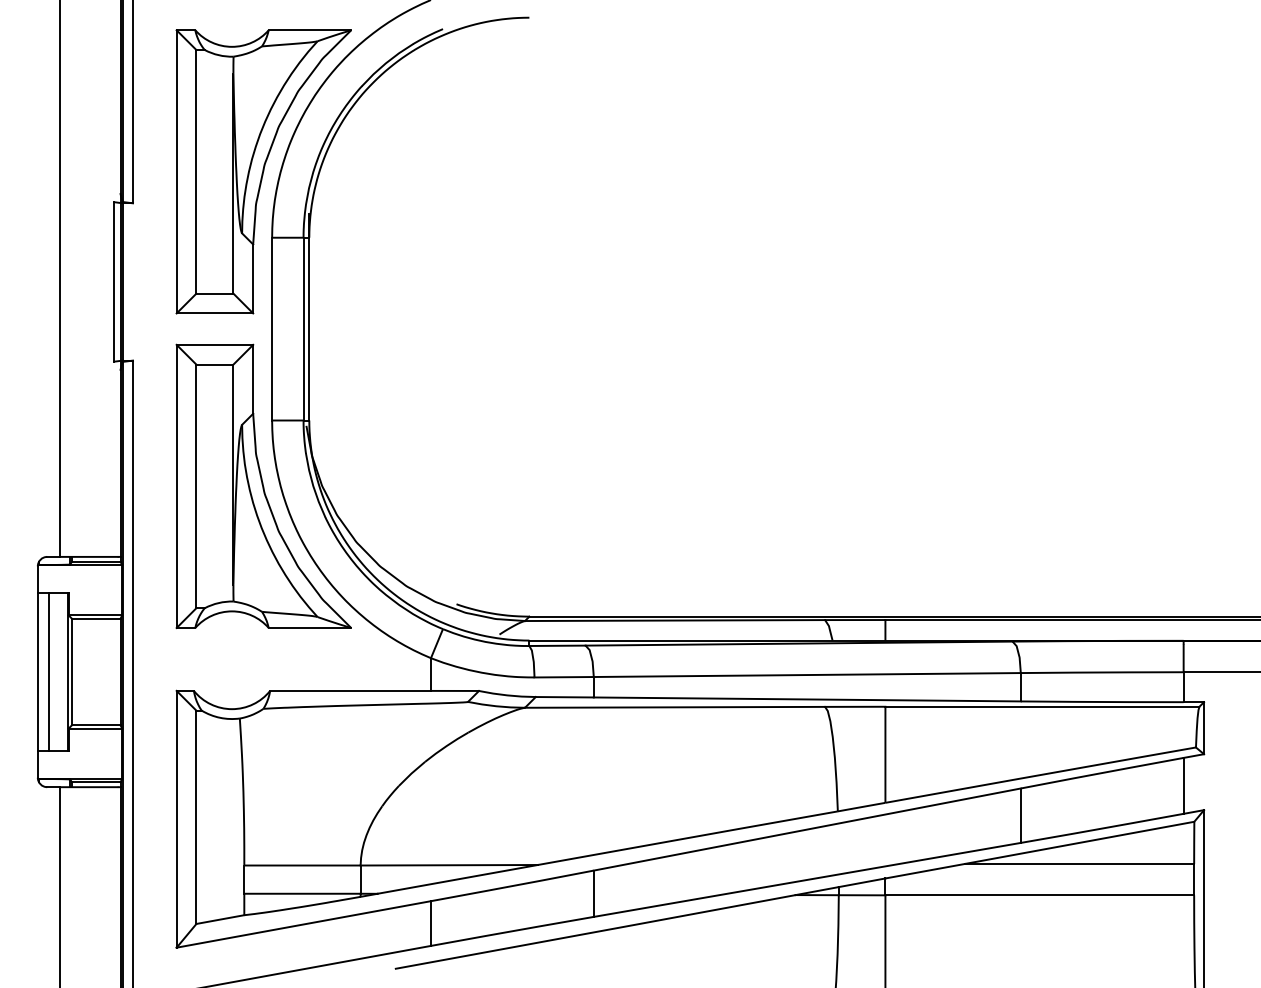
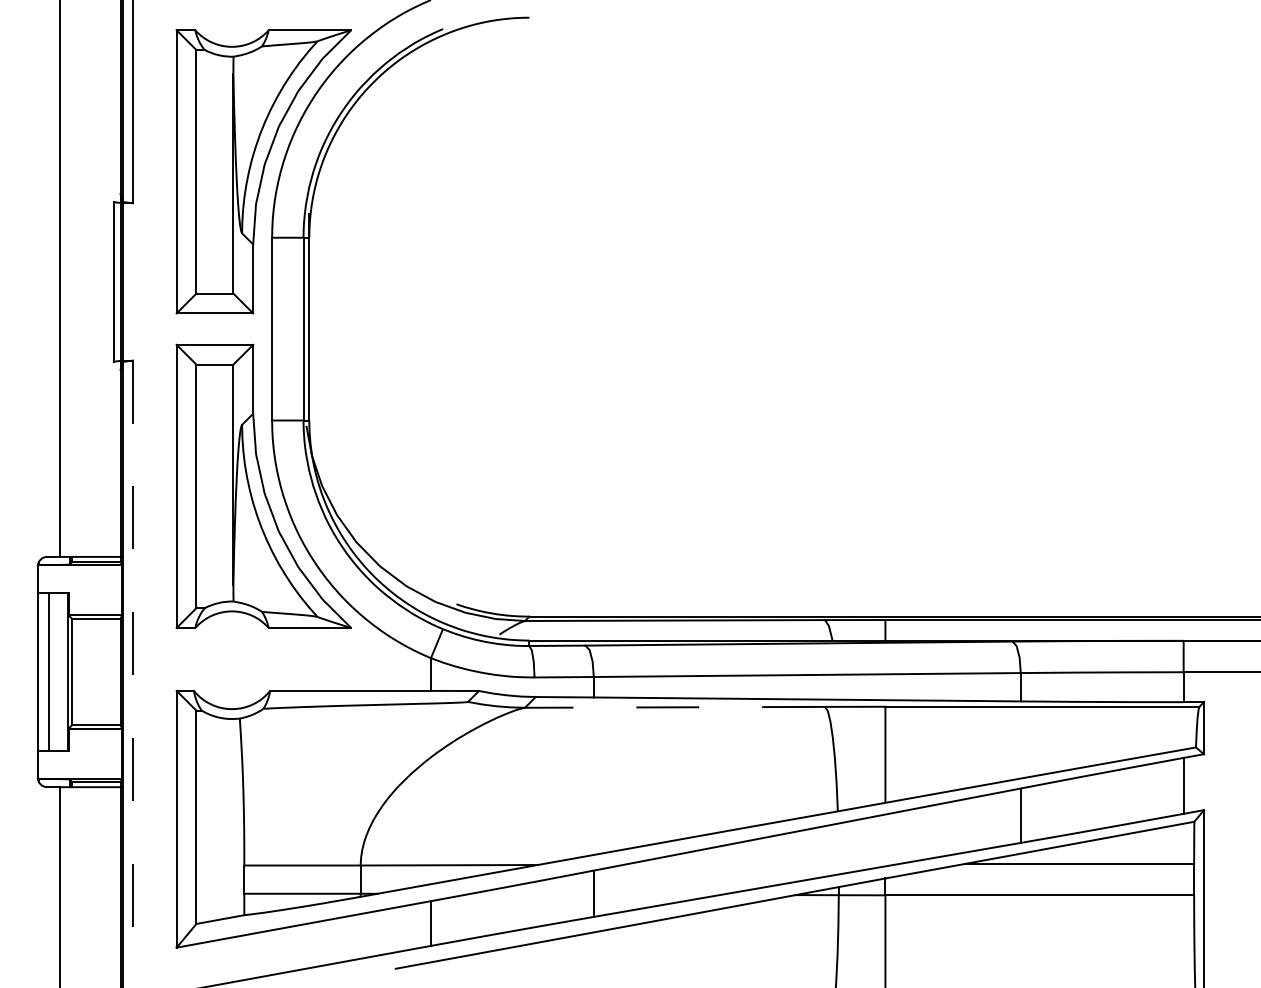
line at (133, 674): solid -> dashed
line at (674, 707): solid -> dashed
